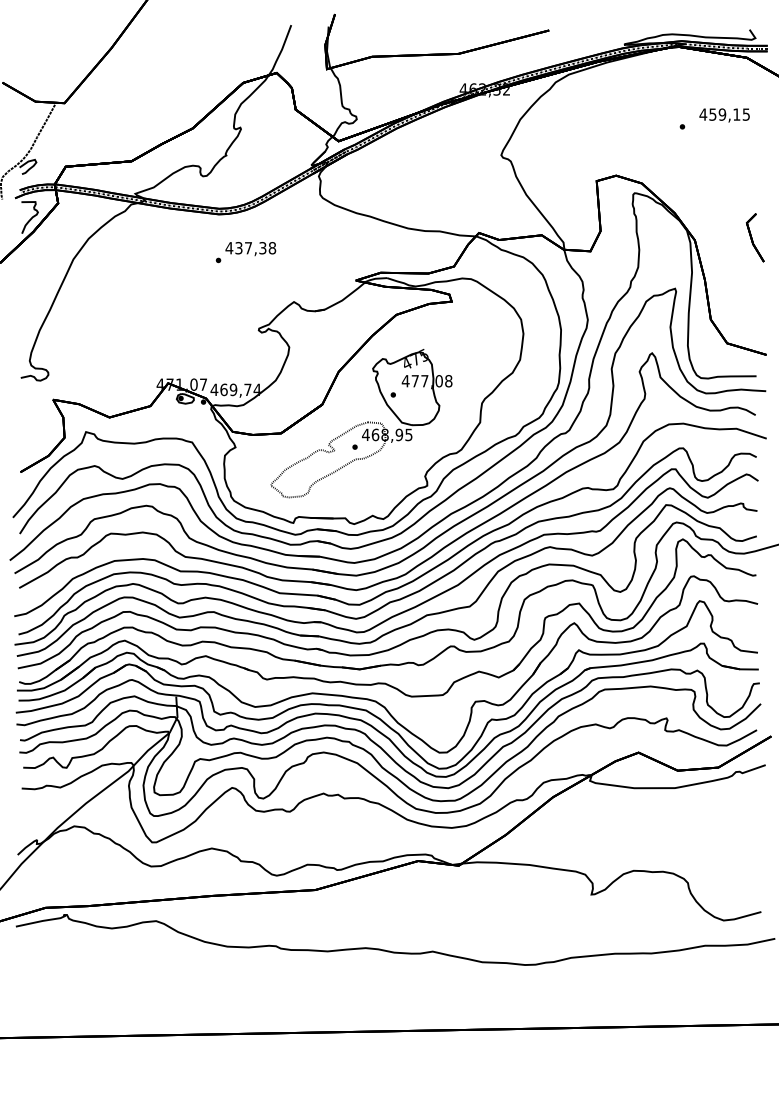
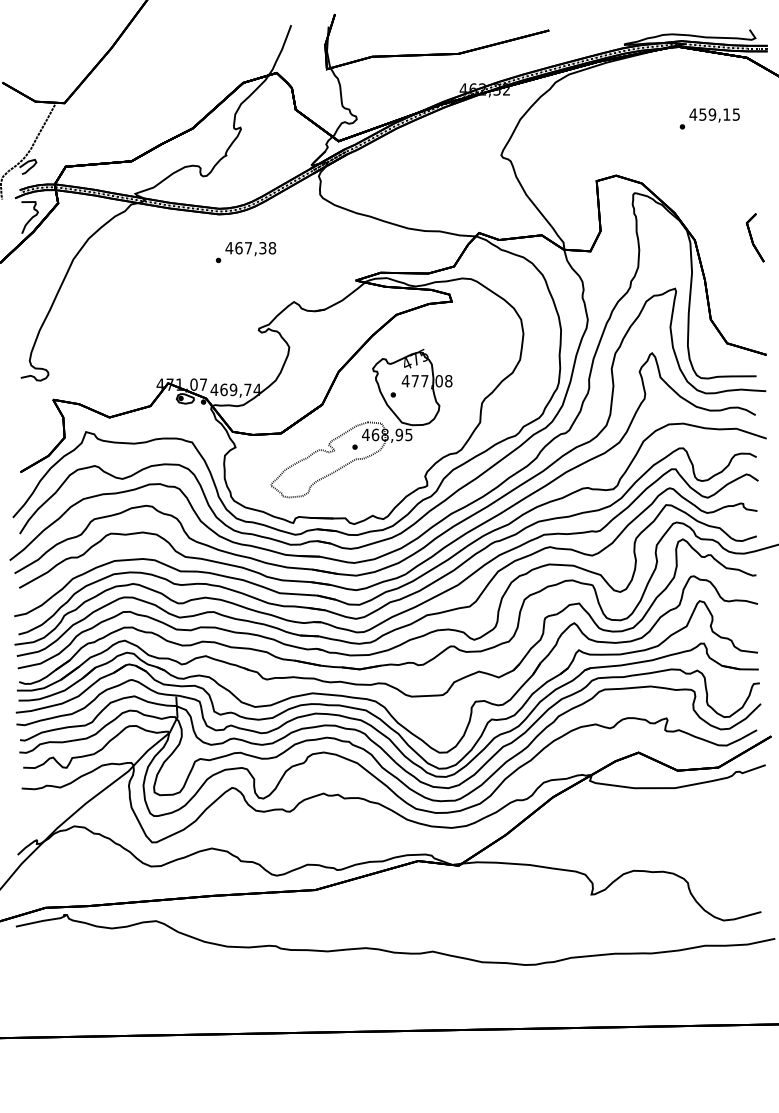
text at (724, 115) position: (724, 115) -> (714, 115)
text at (238, 248): 437,38 -> 467,38
